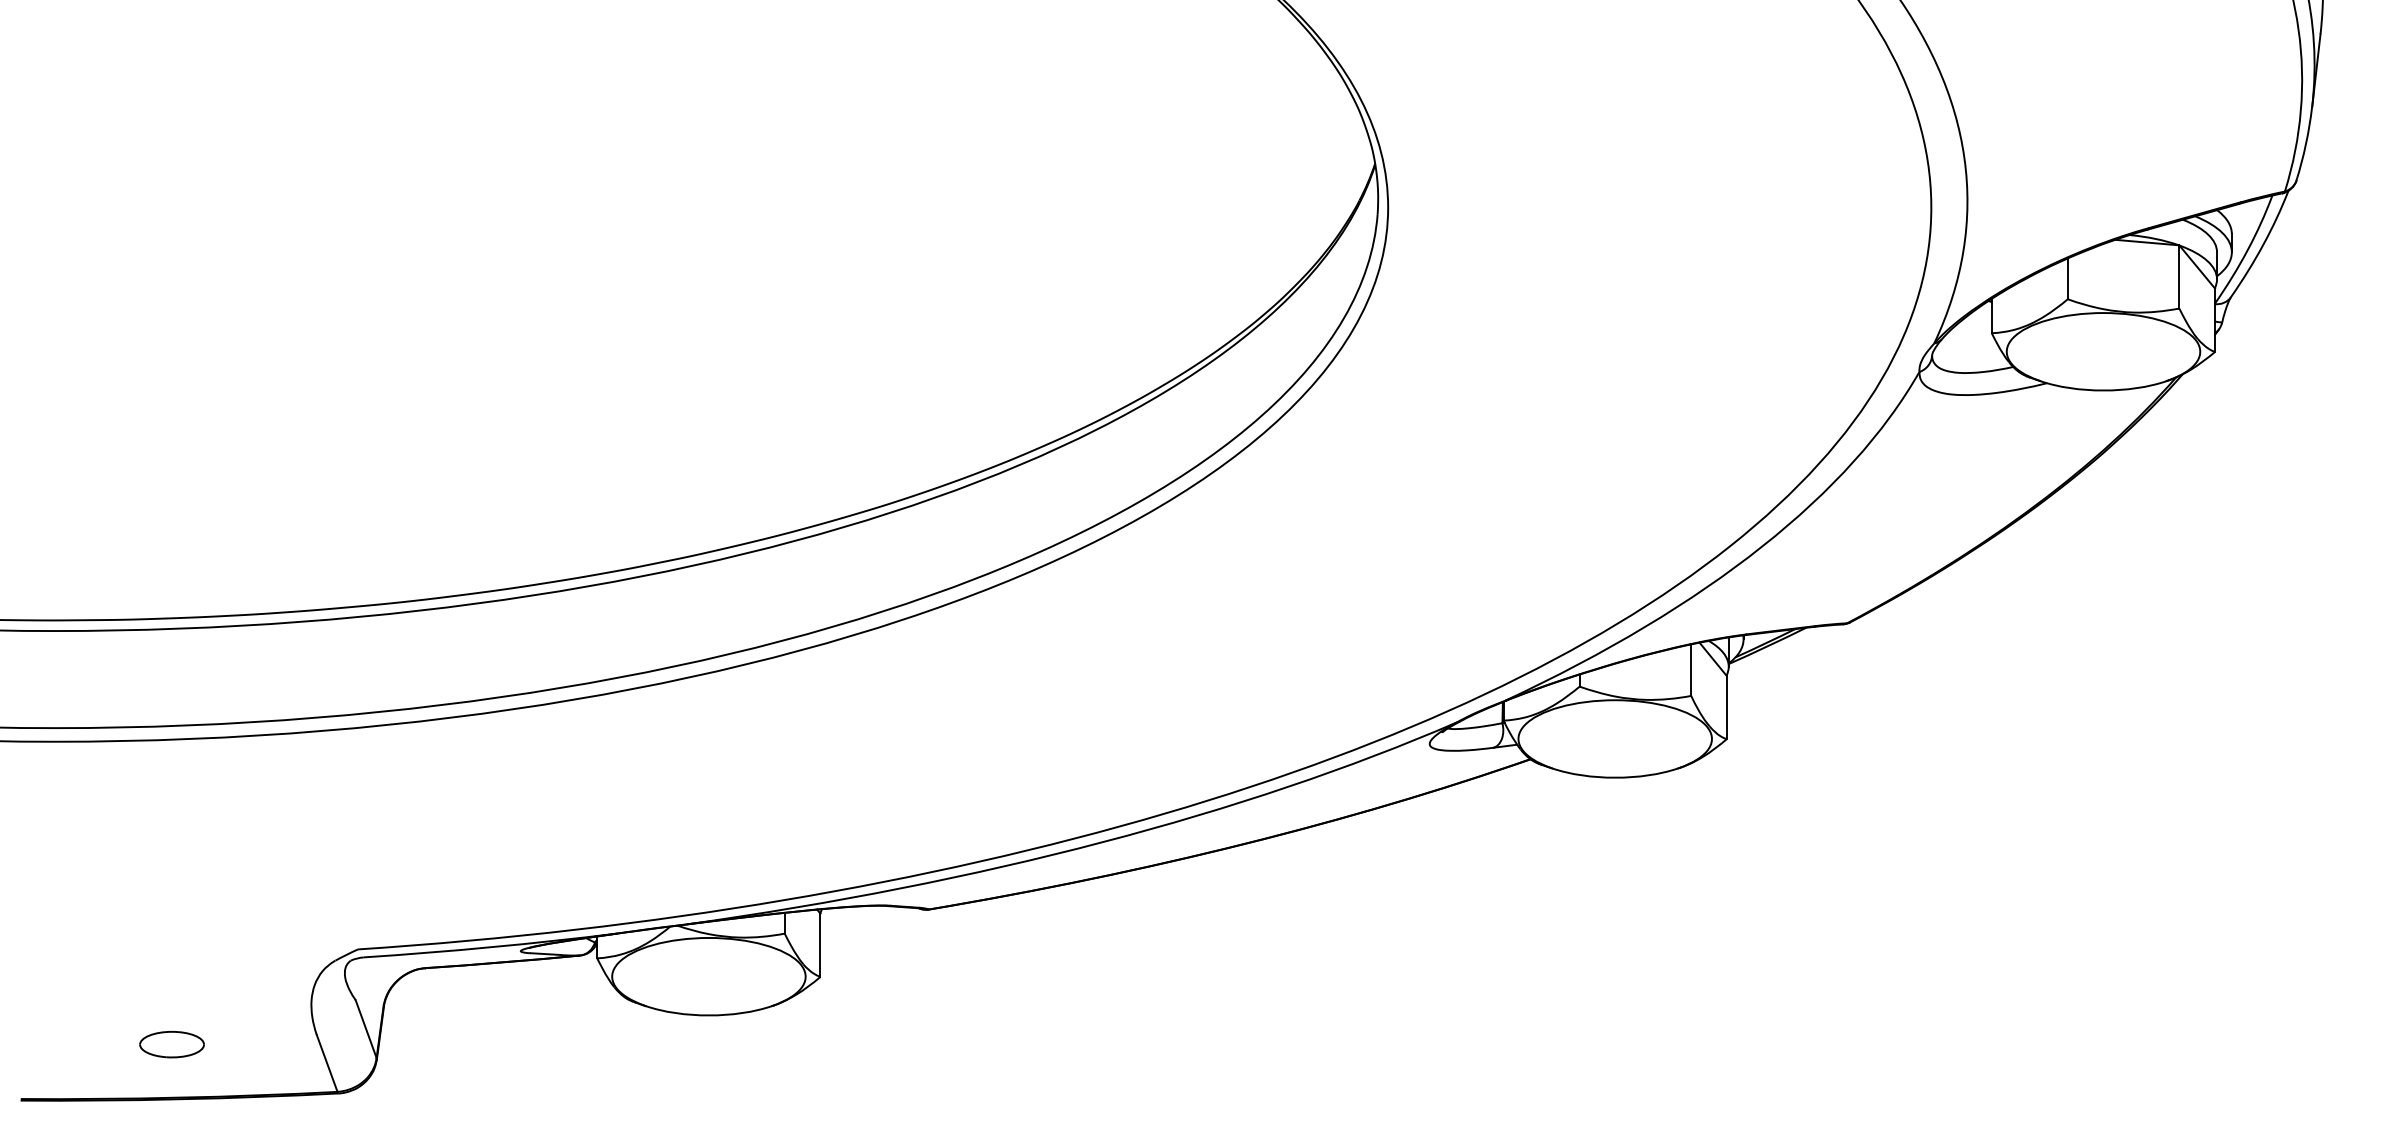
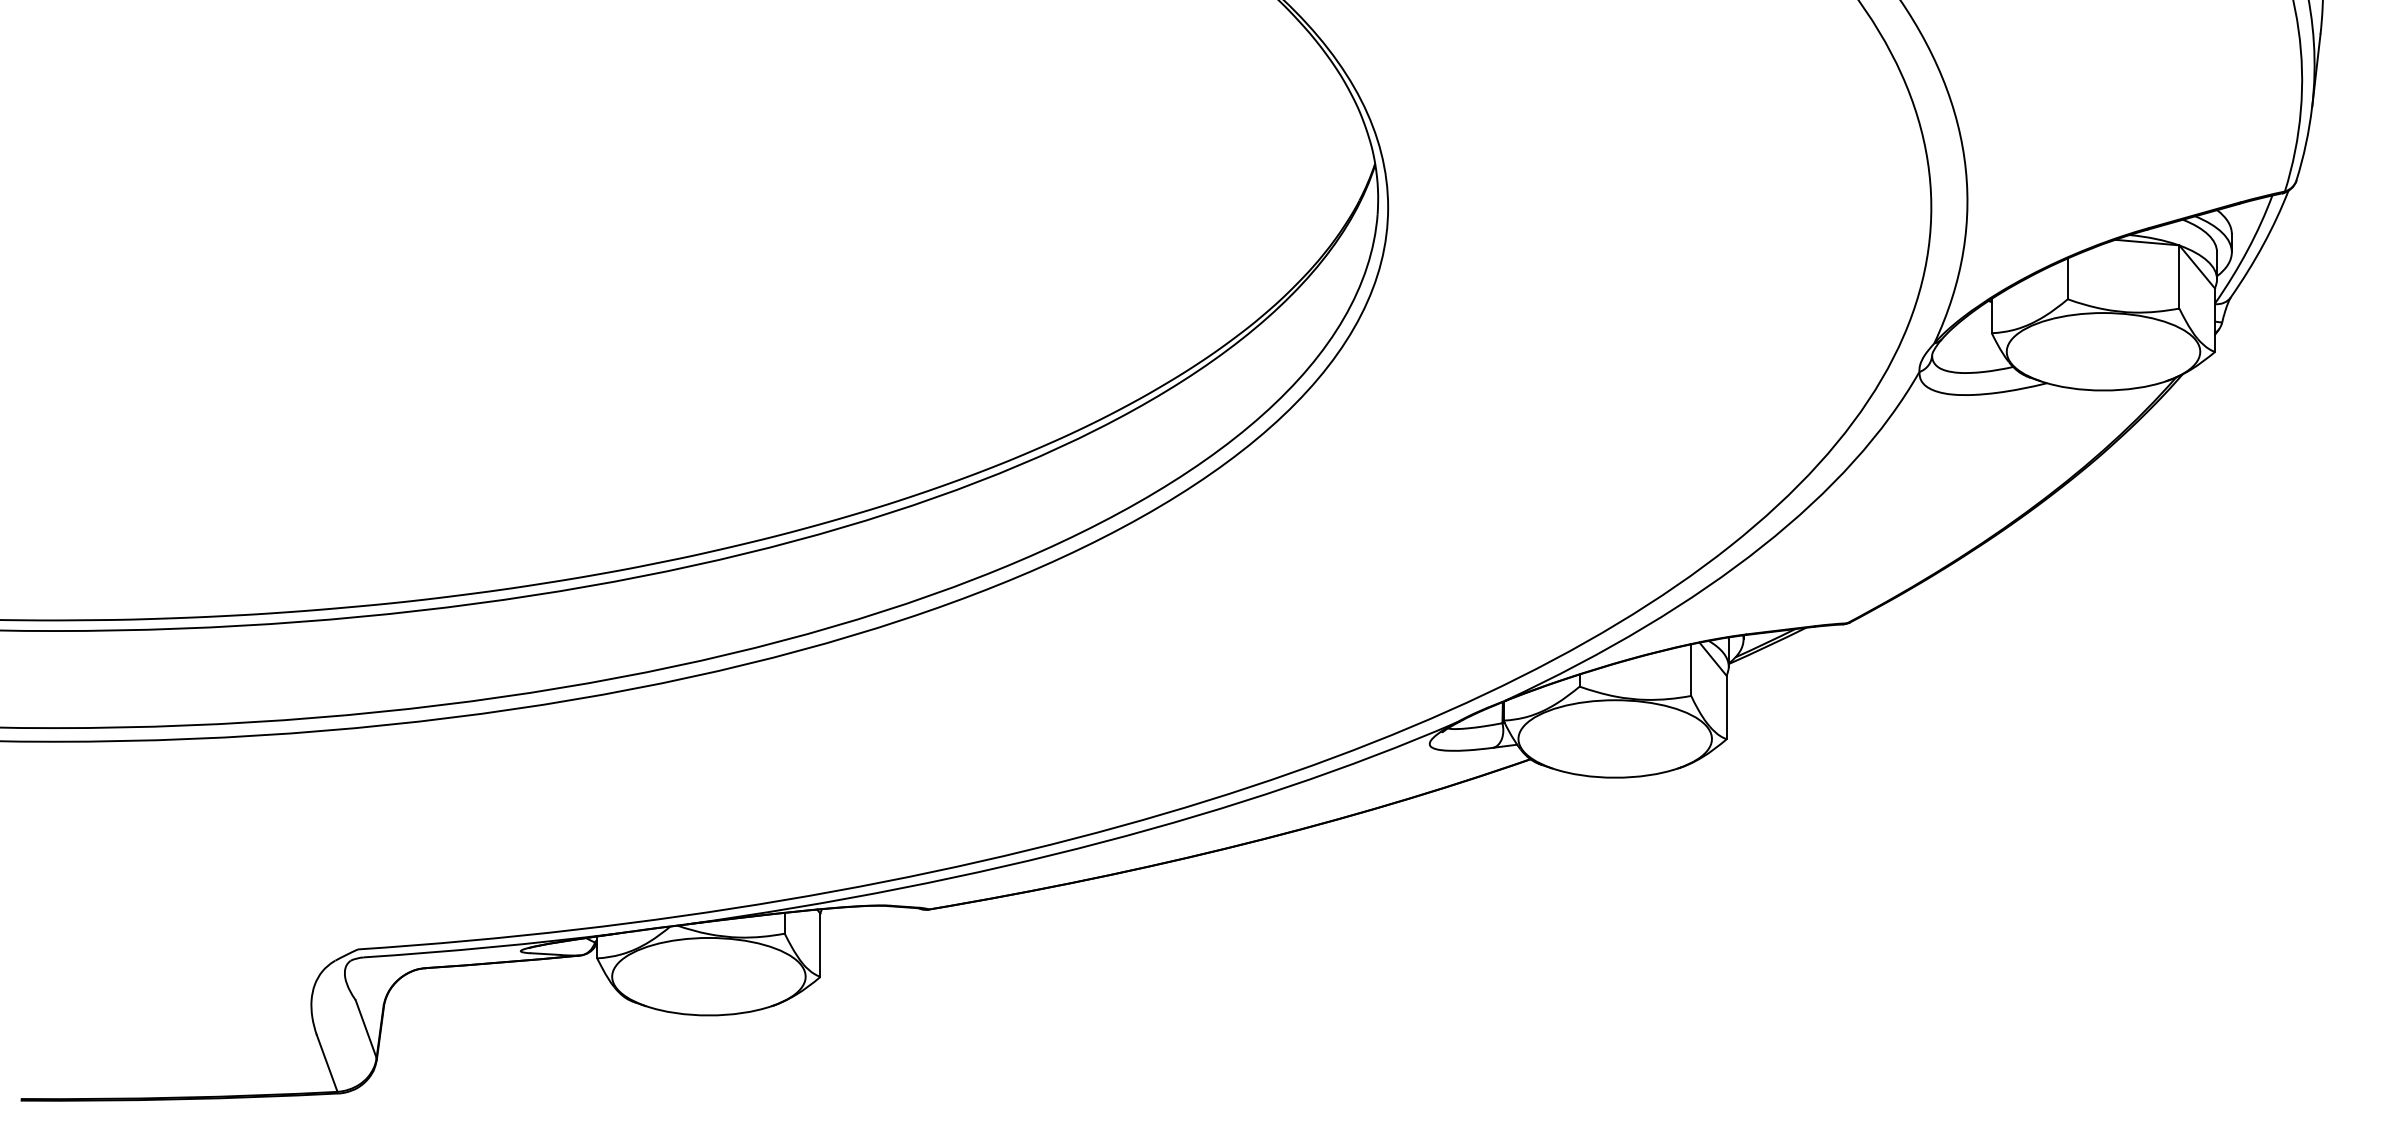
part at (171, 1044): present -> none
